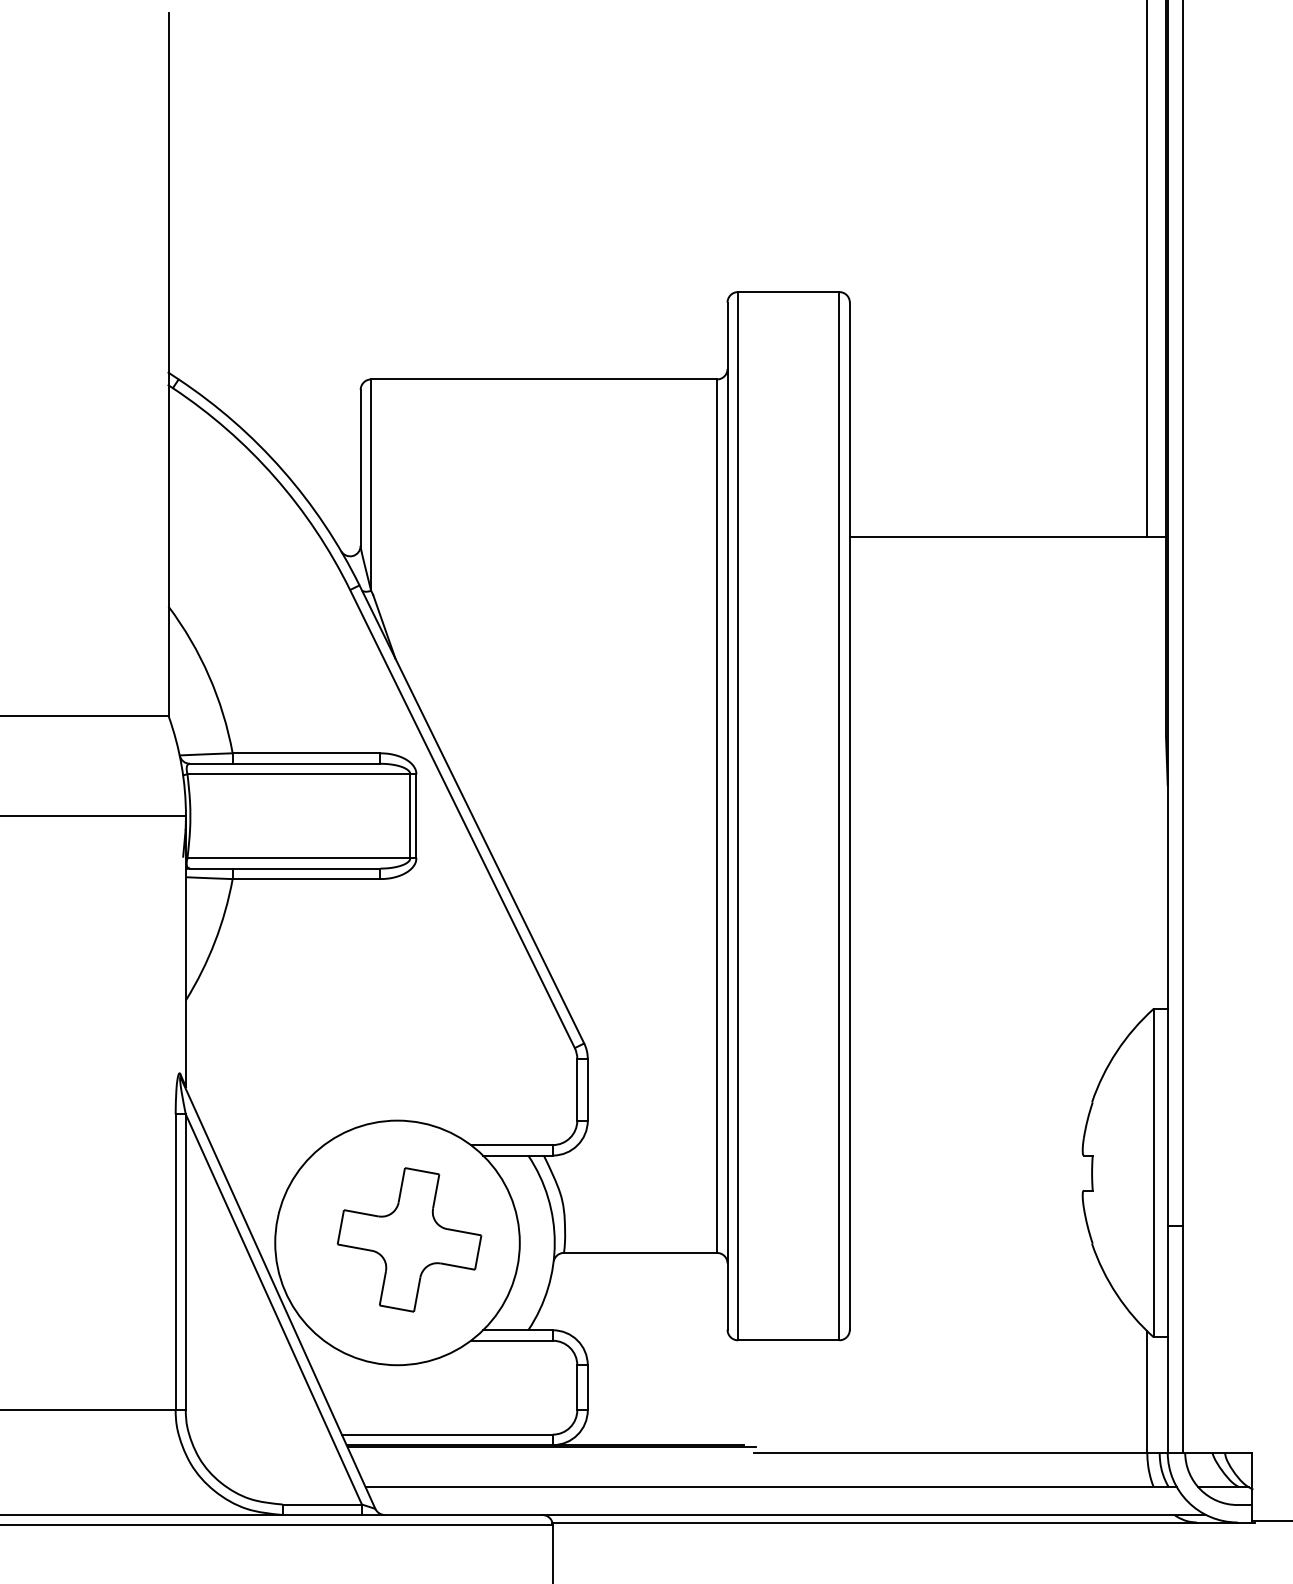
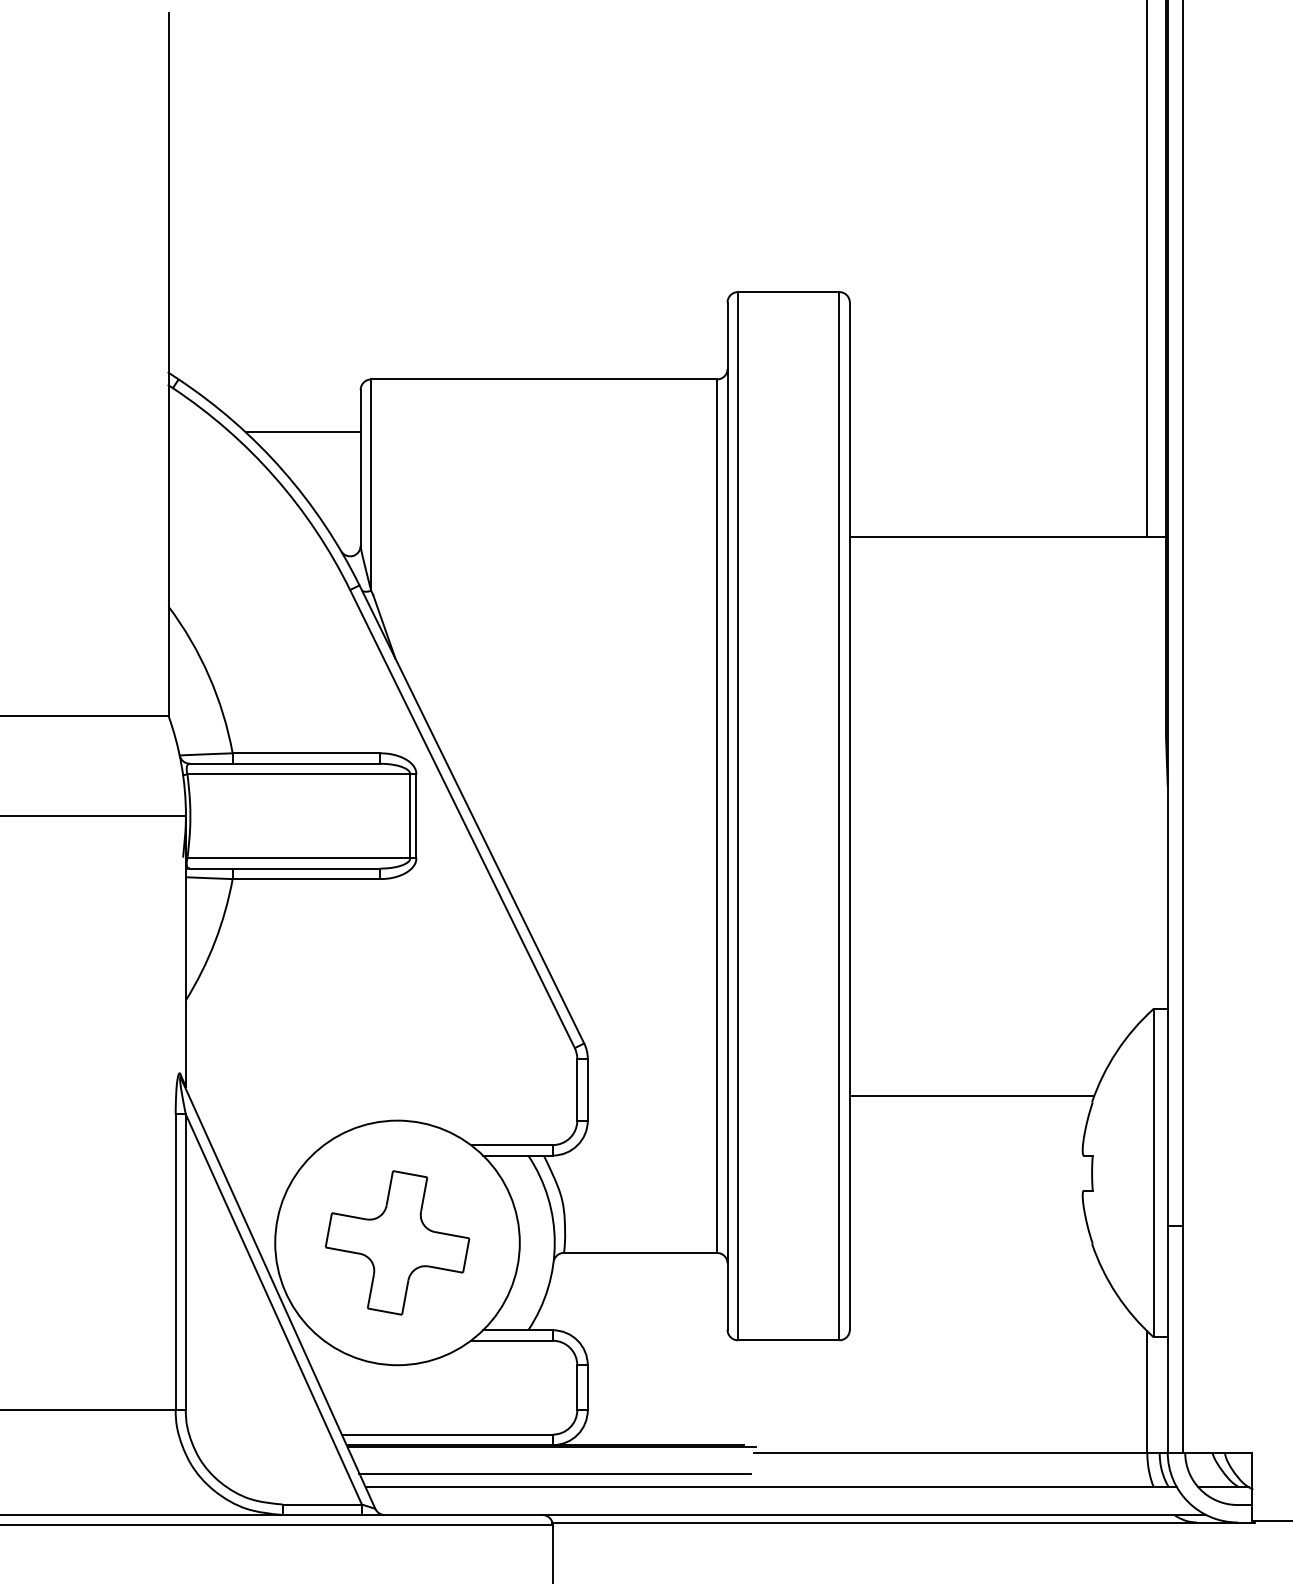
line at (303, 431): none -> present
line at (971, 1095): none -> present
part at (409, 1239) position: (409, 1239) -> (397, 1242)
line at (555, 1473): none -> present
